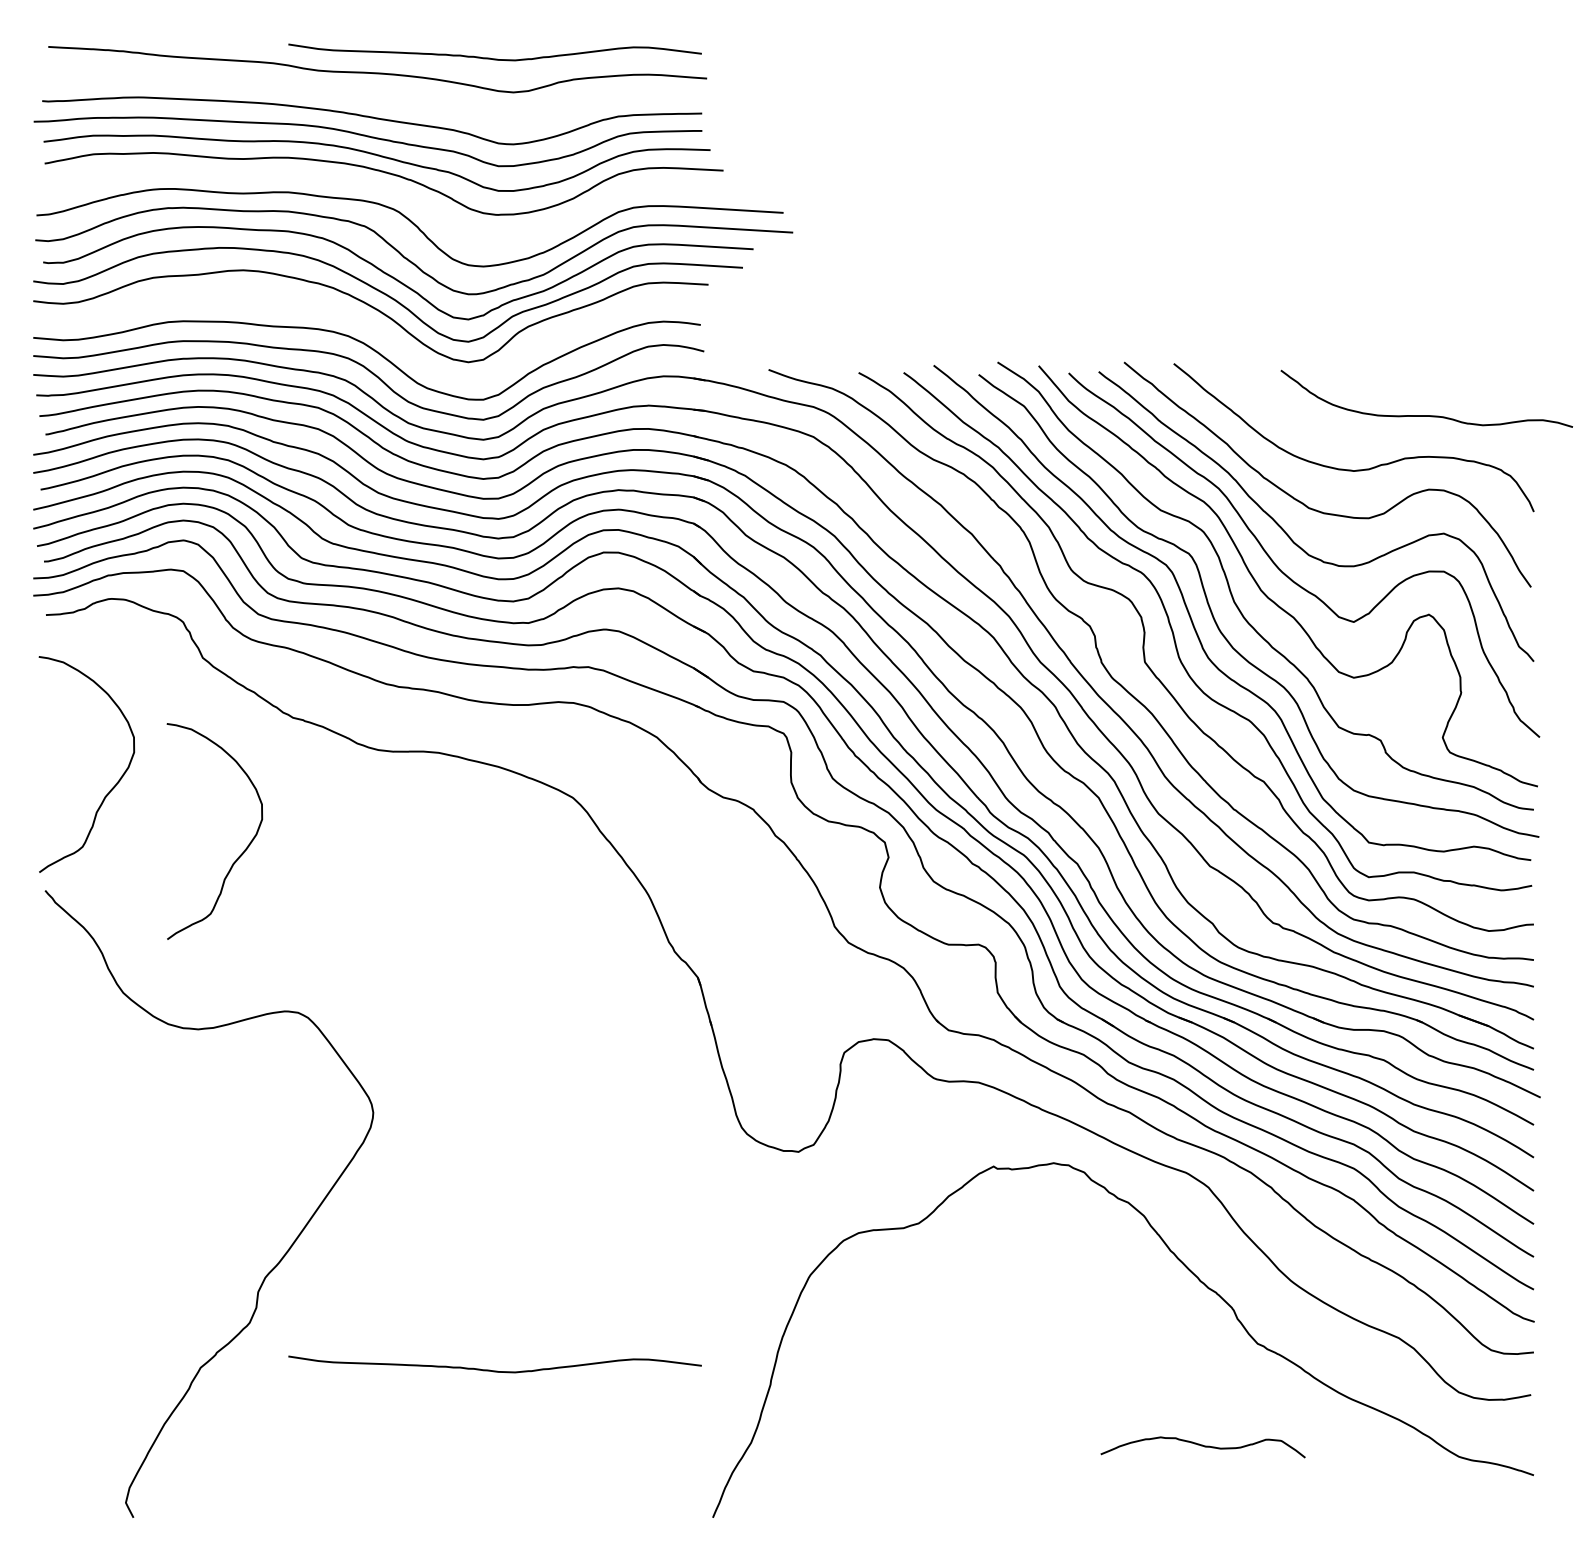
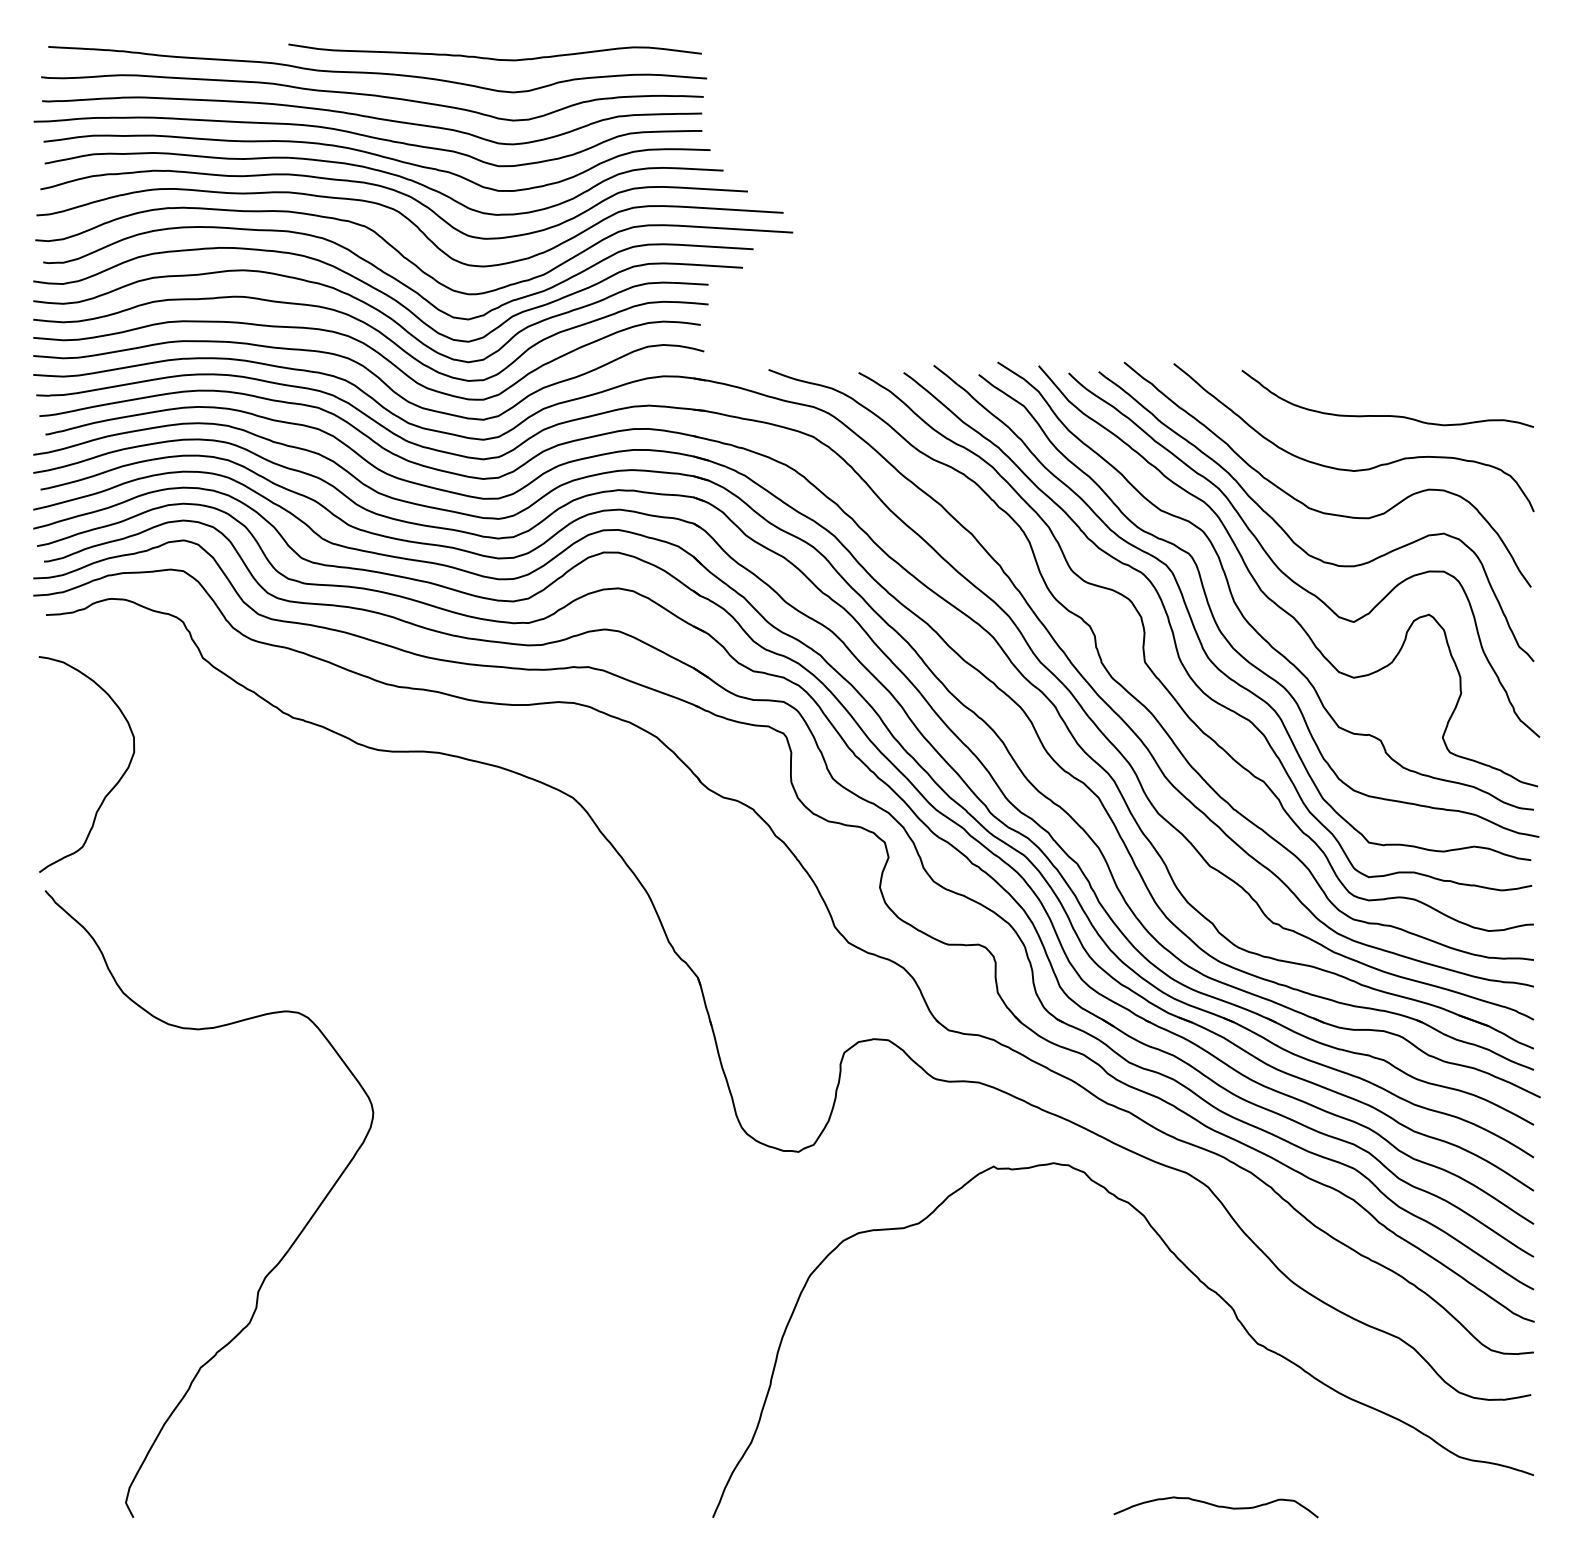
curve at (372, 96): none -> present
curve at (396, 192): none -> present
curve at (376, 331): none -> present
curve at (1426, 415) position: (1426, 415) -> (1387, 415)
curve at (239, 855): present -> none
curve at (494, 1370): present -> none
curve at (1202, 1446) position: (1202, 1446) -> (1215, 1506)
